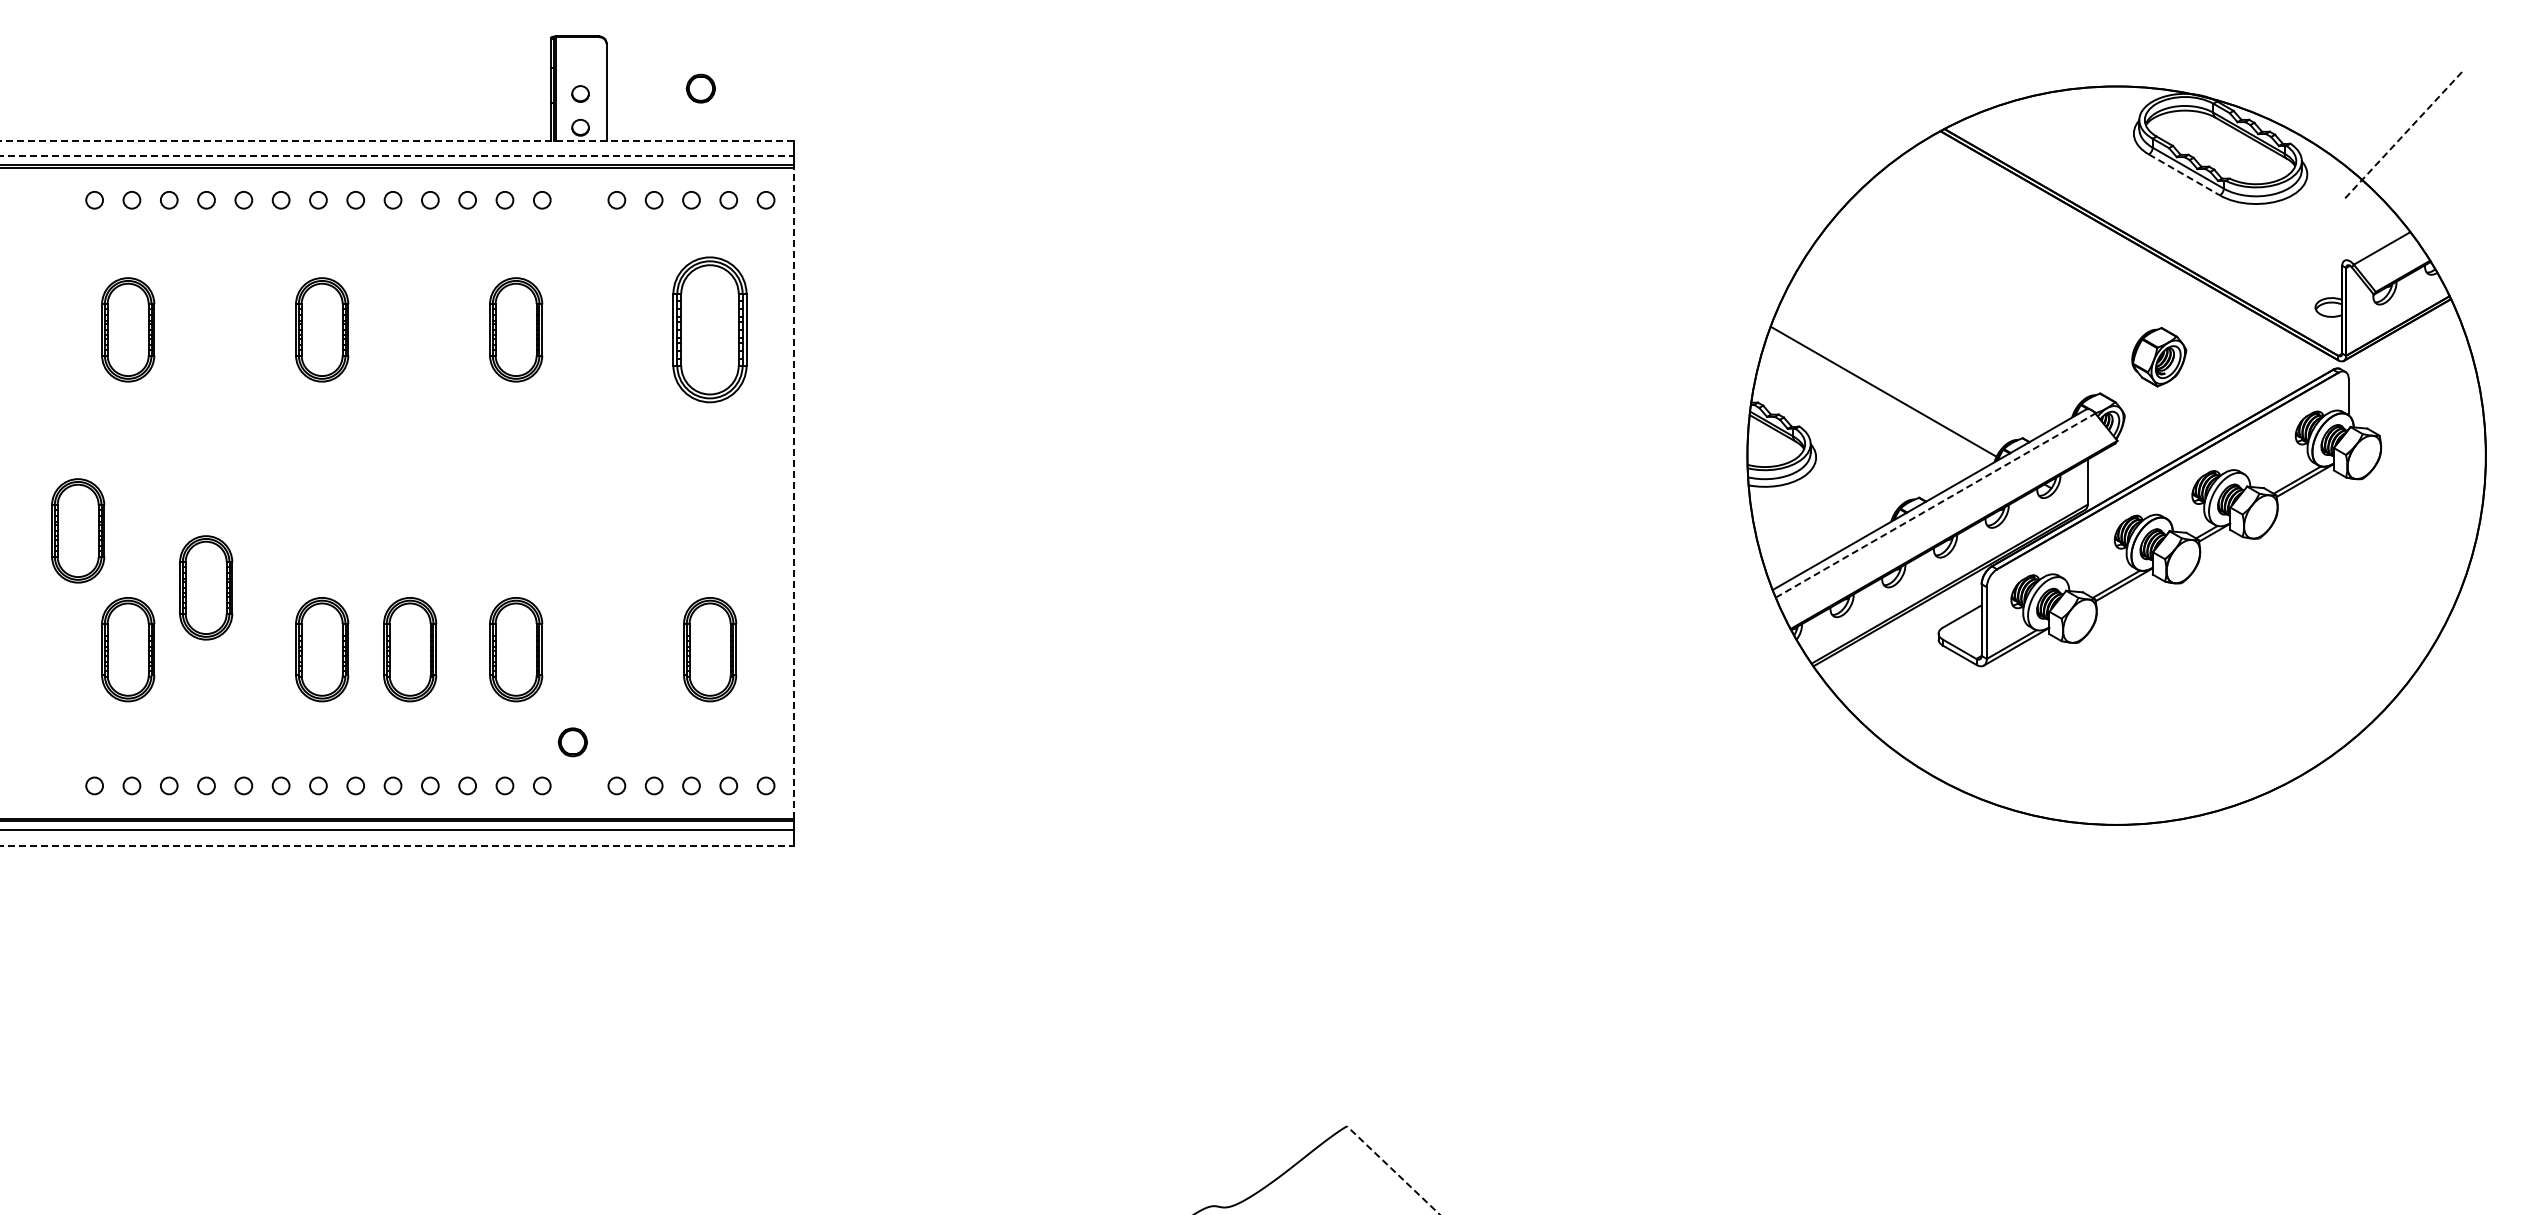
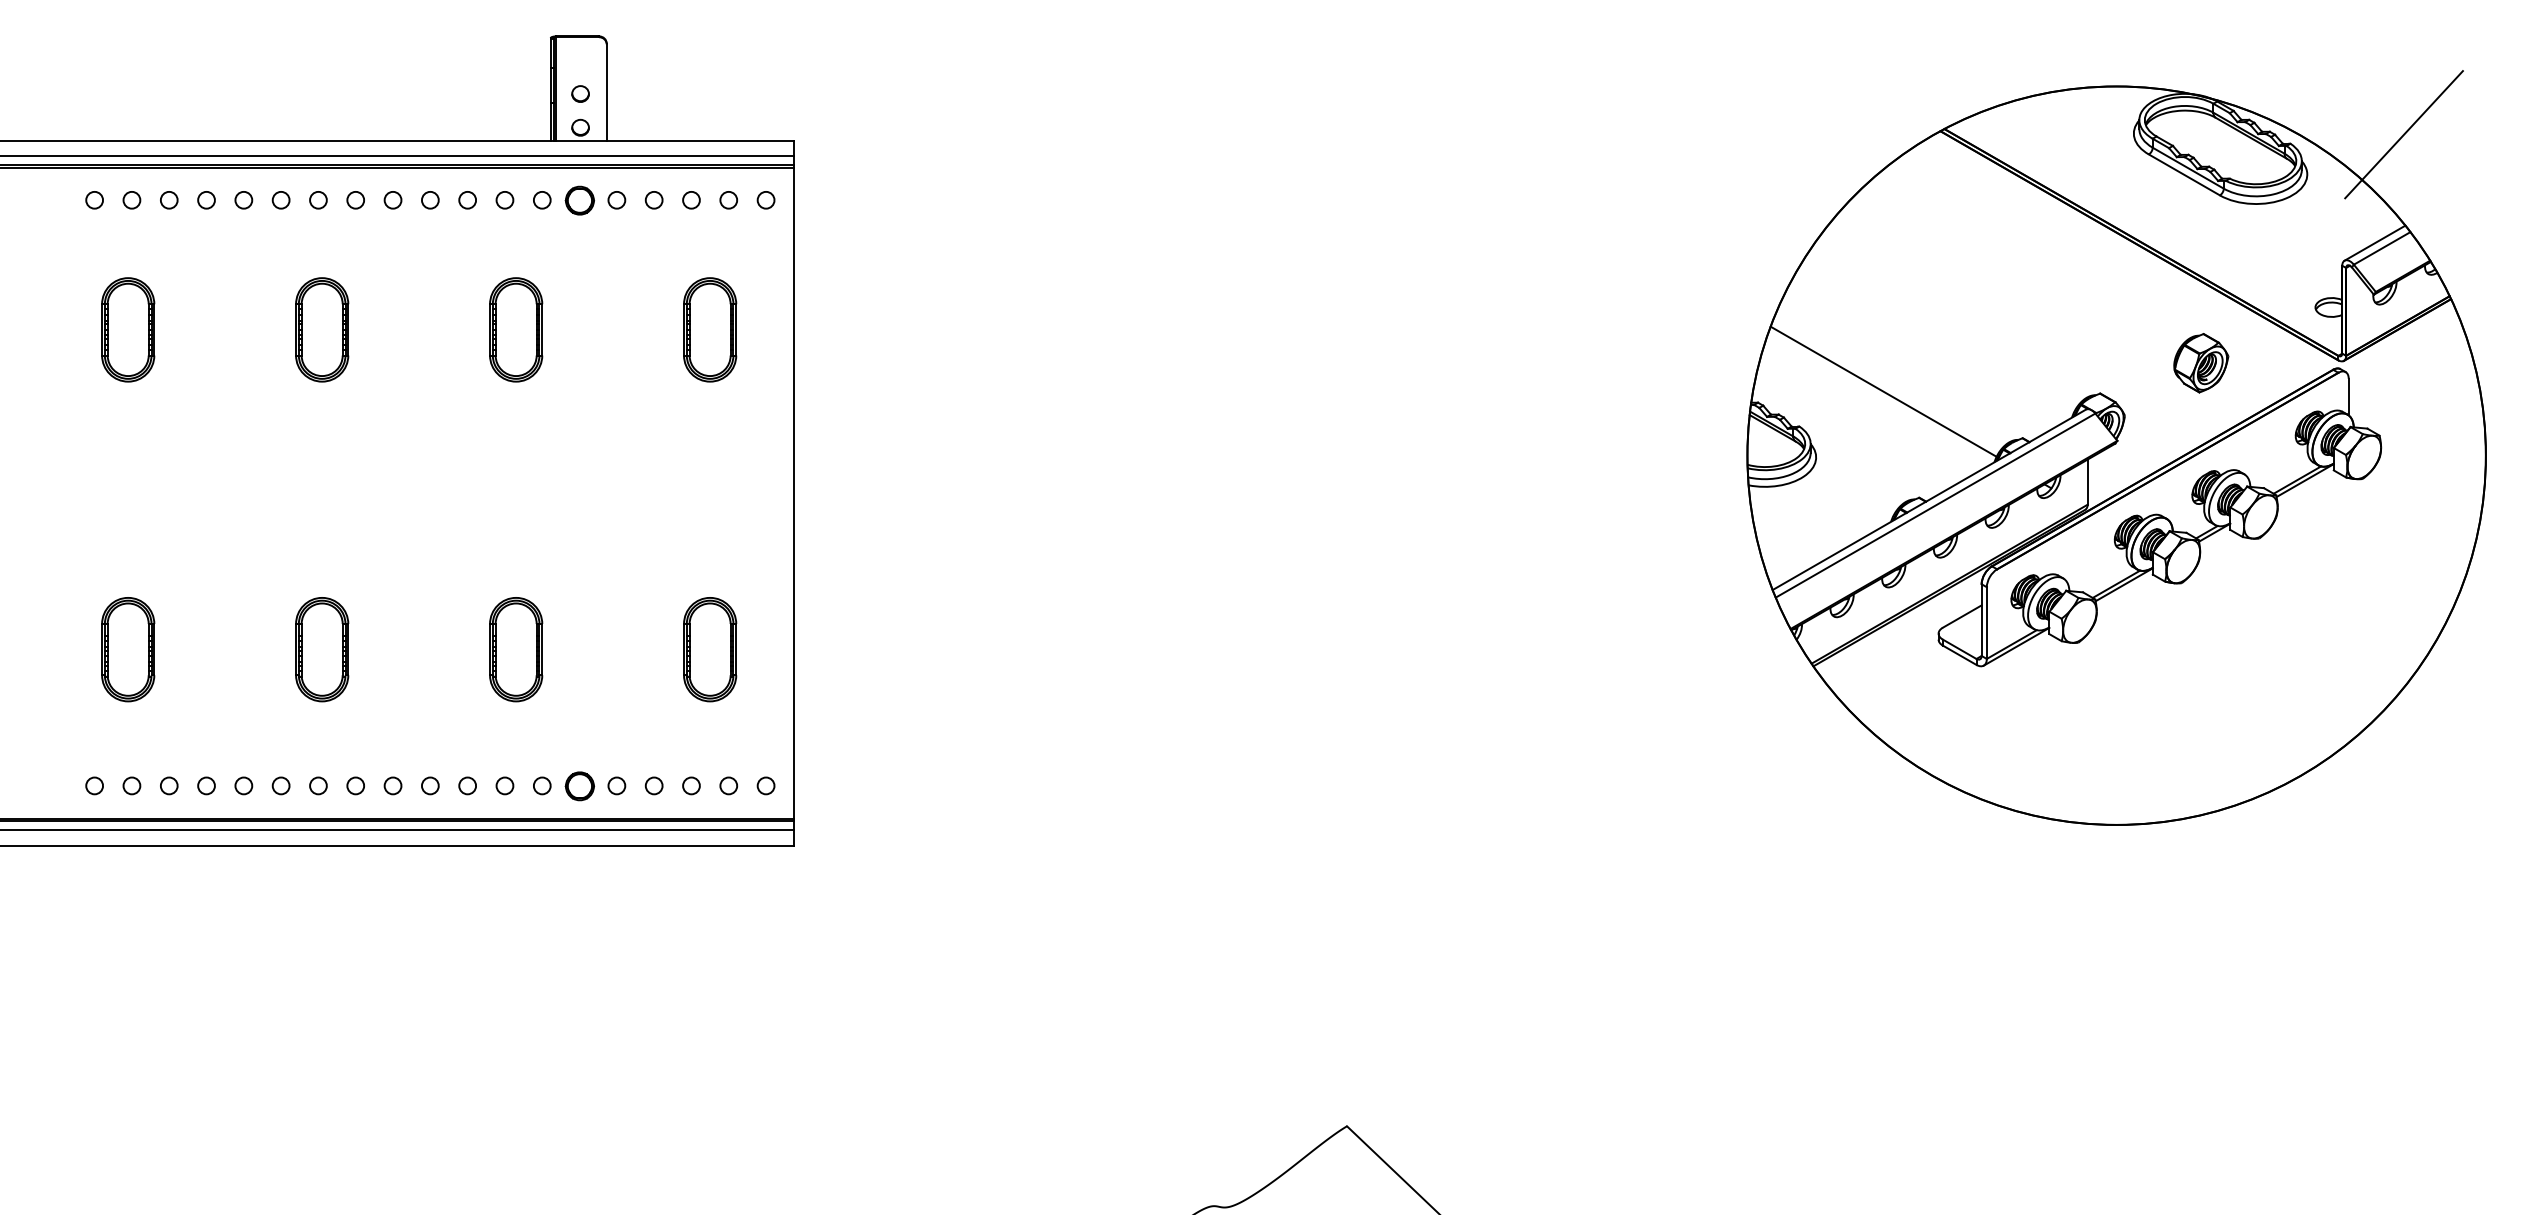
part at (700, 88) position: (700, 88) -> (579, 200)
line at (2404, 134): dashed -> solid
line at (397, 140): dashed -> solid
line at (397, 156): dashed -> solid
line at (2184, 175): dashed -> solid
line at (2374, 242): none -> present
part at (709, 329) size: 76x148 px -> 55x106 px
part at (2159, 357) position: (2159, 357) -> (2201, 363)
line at (794, 492): dashed -> solid
line at (1936, 505): dashed -> solid
part at (78, 530): present -> none
part at (206, 587): present -> none
part at (410, 649): present -> none
part at (572, 742) position: (572, 742) -> (579, 786)
line at (397, 845): dashed -> solid
line at (1393, 1170): dashed -> solid
